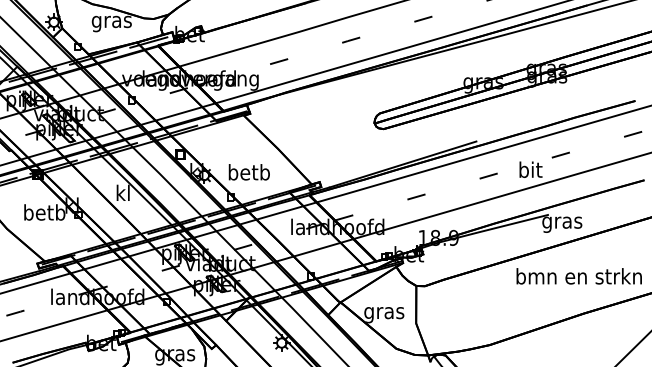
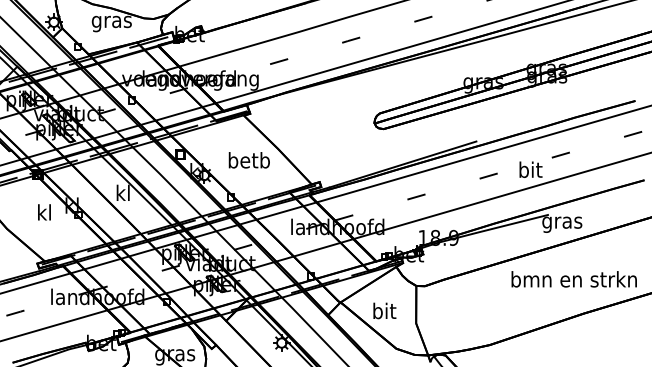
text at (248, 172) position: (248, 172) -> (248, 160)
text at (44, 212): betb -> kl
text at (578, 276) position: (578, 276) -> (573, 279)
text at (384, 312): gras -> bit
line at (633, 348): present -> none
